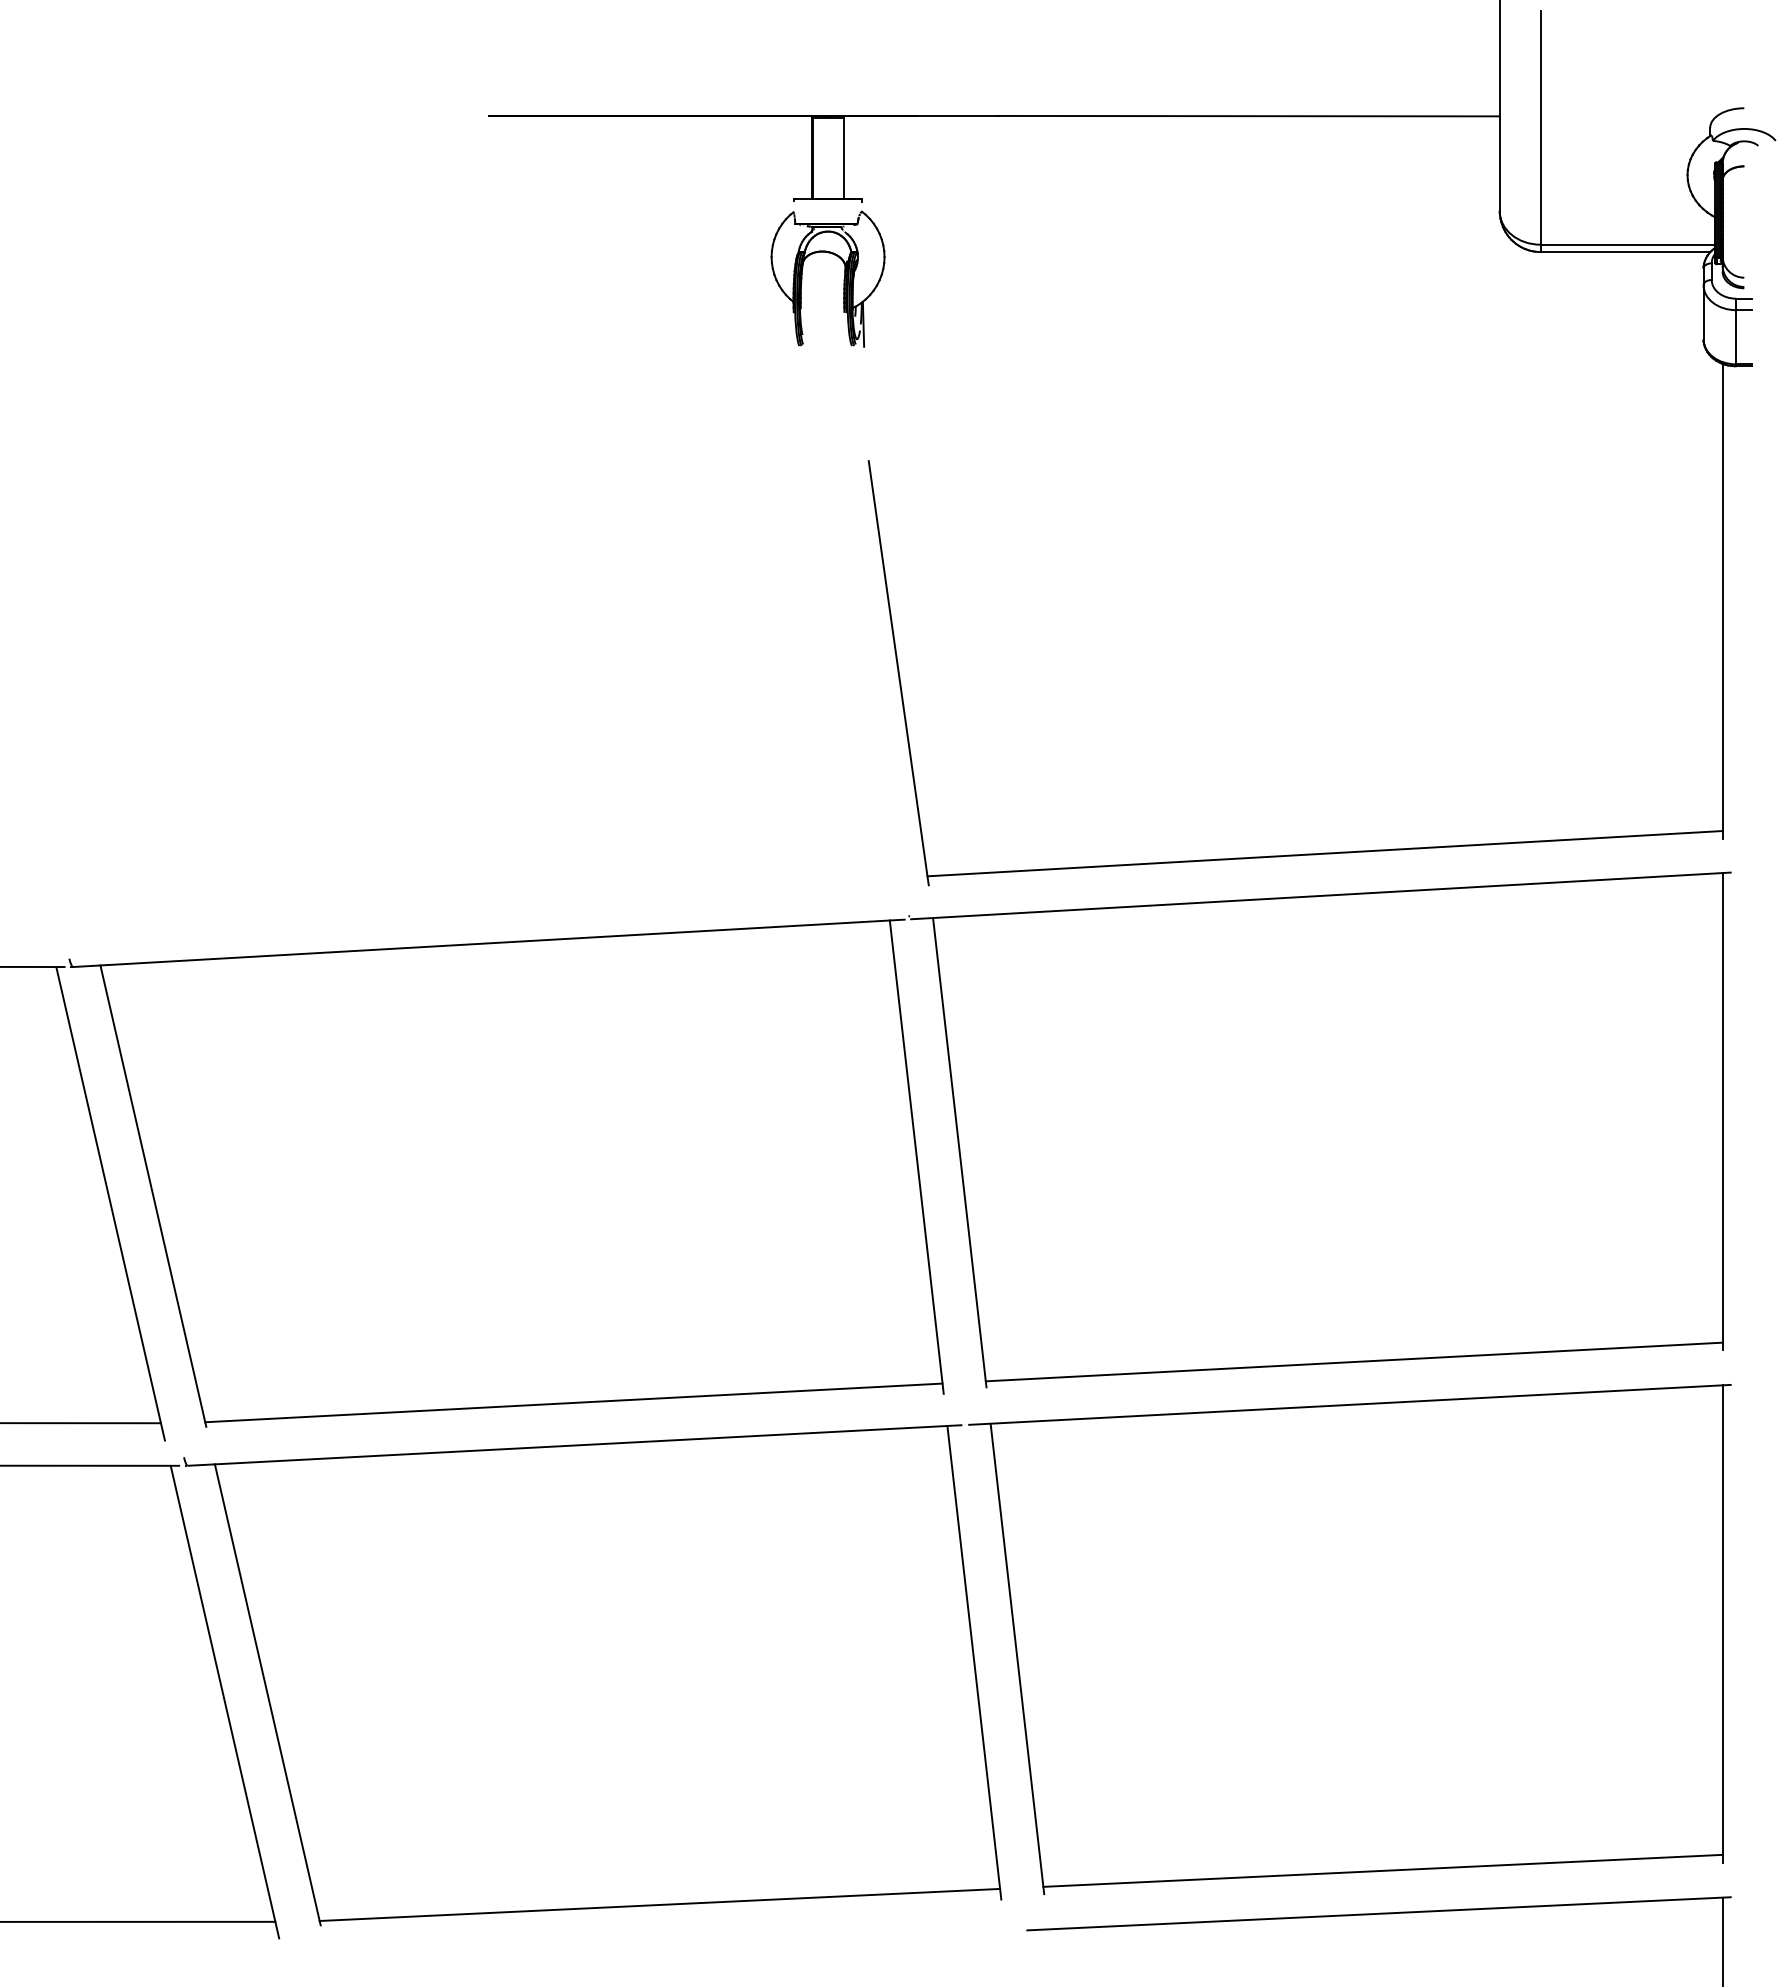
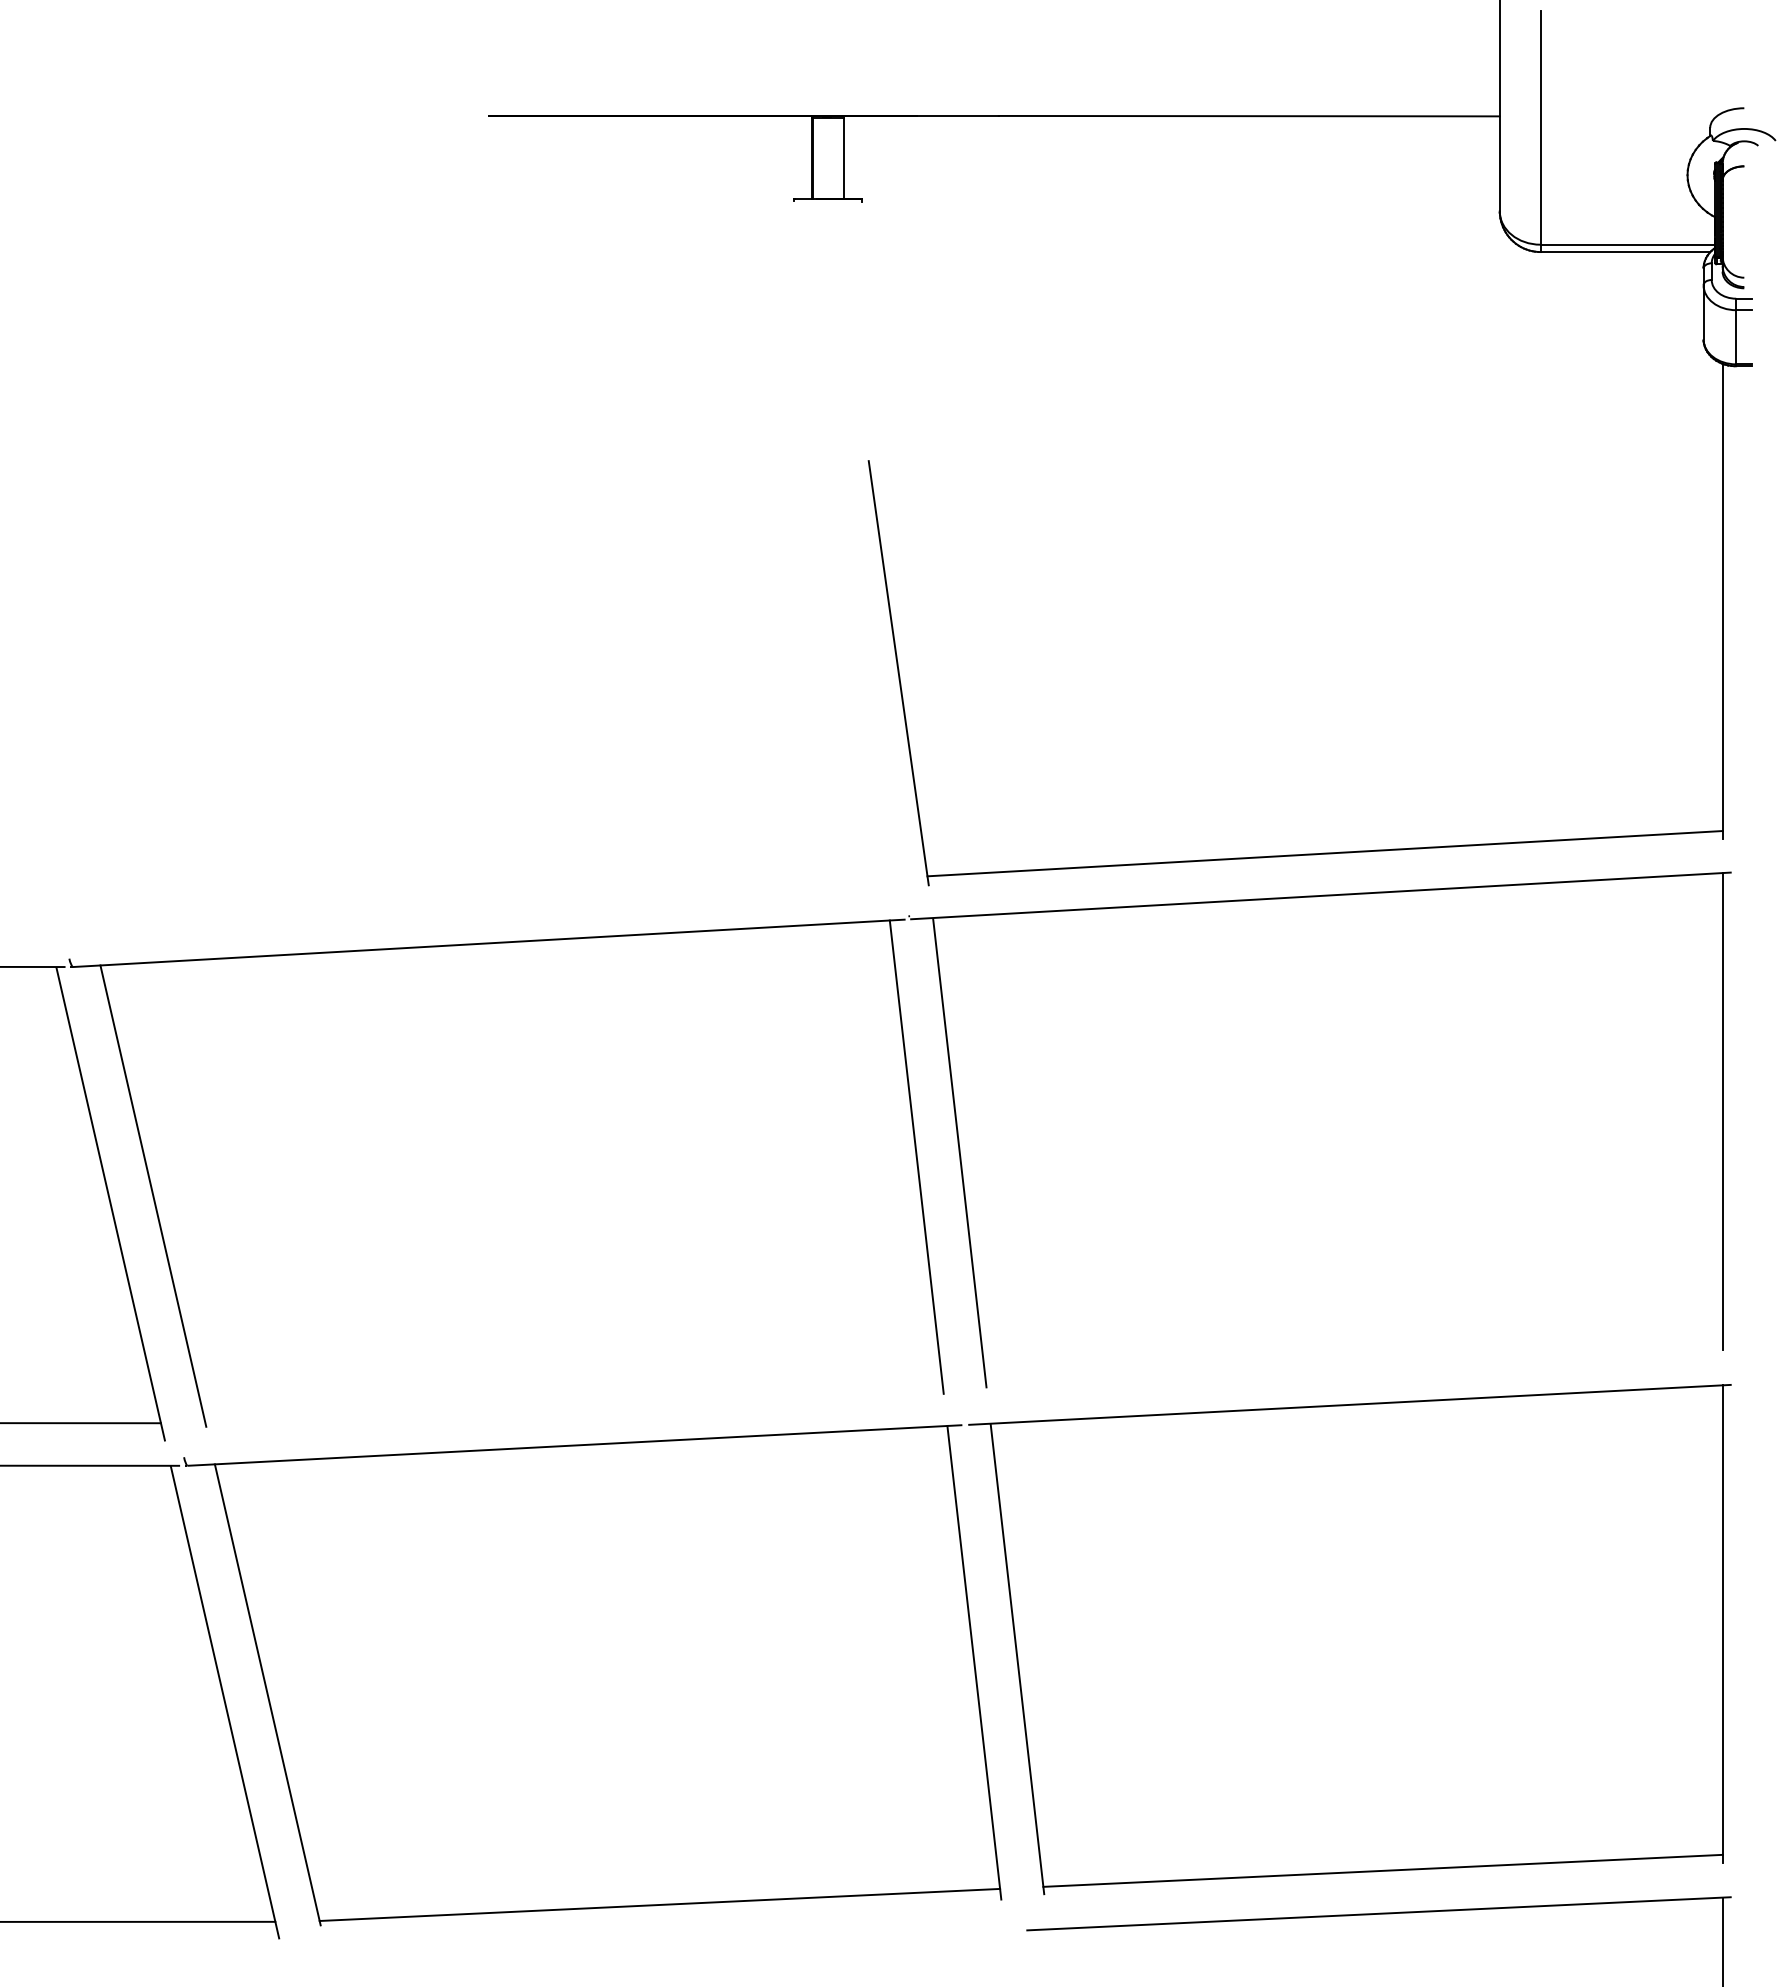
part at (843, 279): present -> none
line at (1353, 1361): present -> none
line at (573, 1402): present -> none
